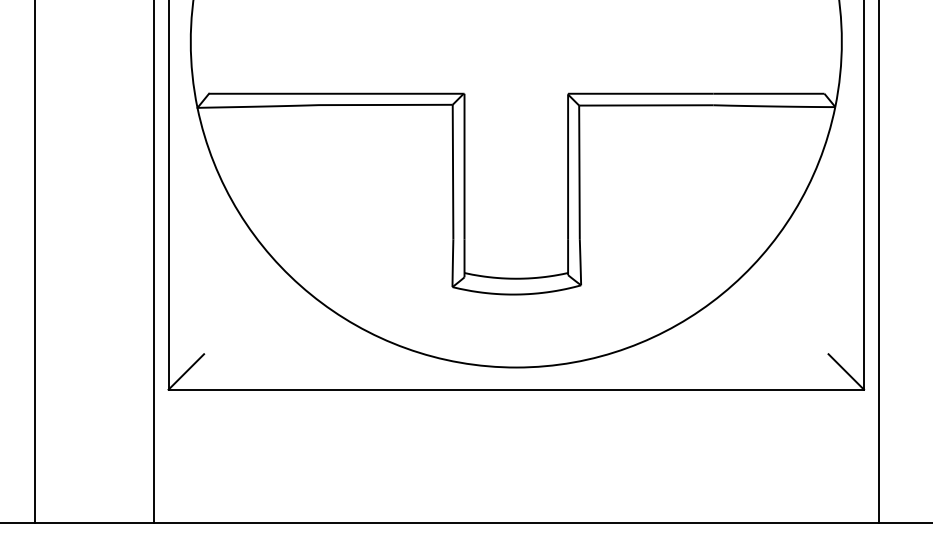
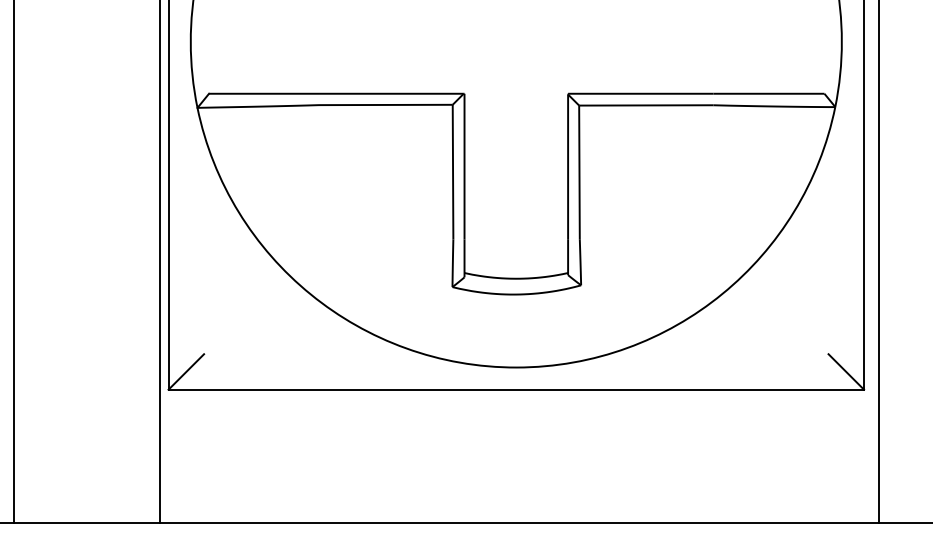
line at (35, 262) position: (35, 262) -> (14, 262)
line at (153, 262) position: (153, 262) -> (159, 262)
